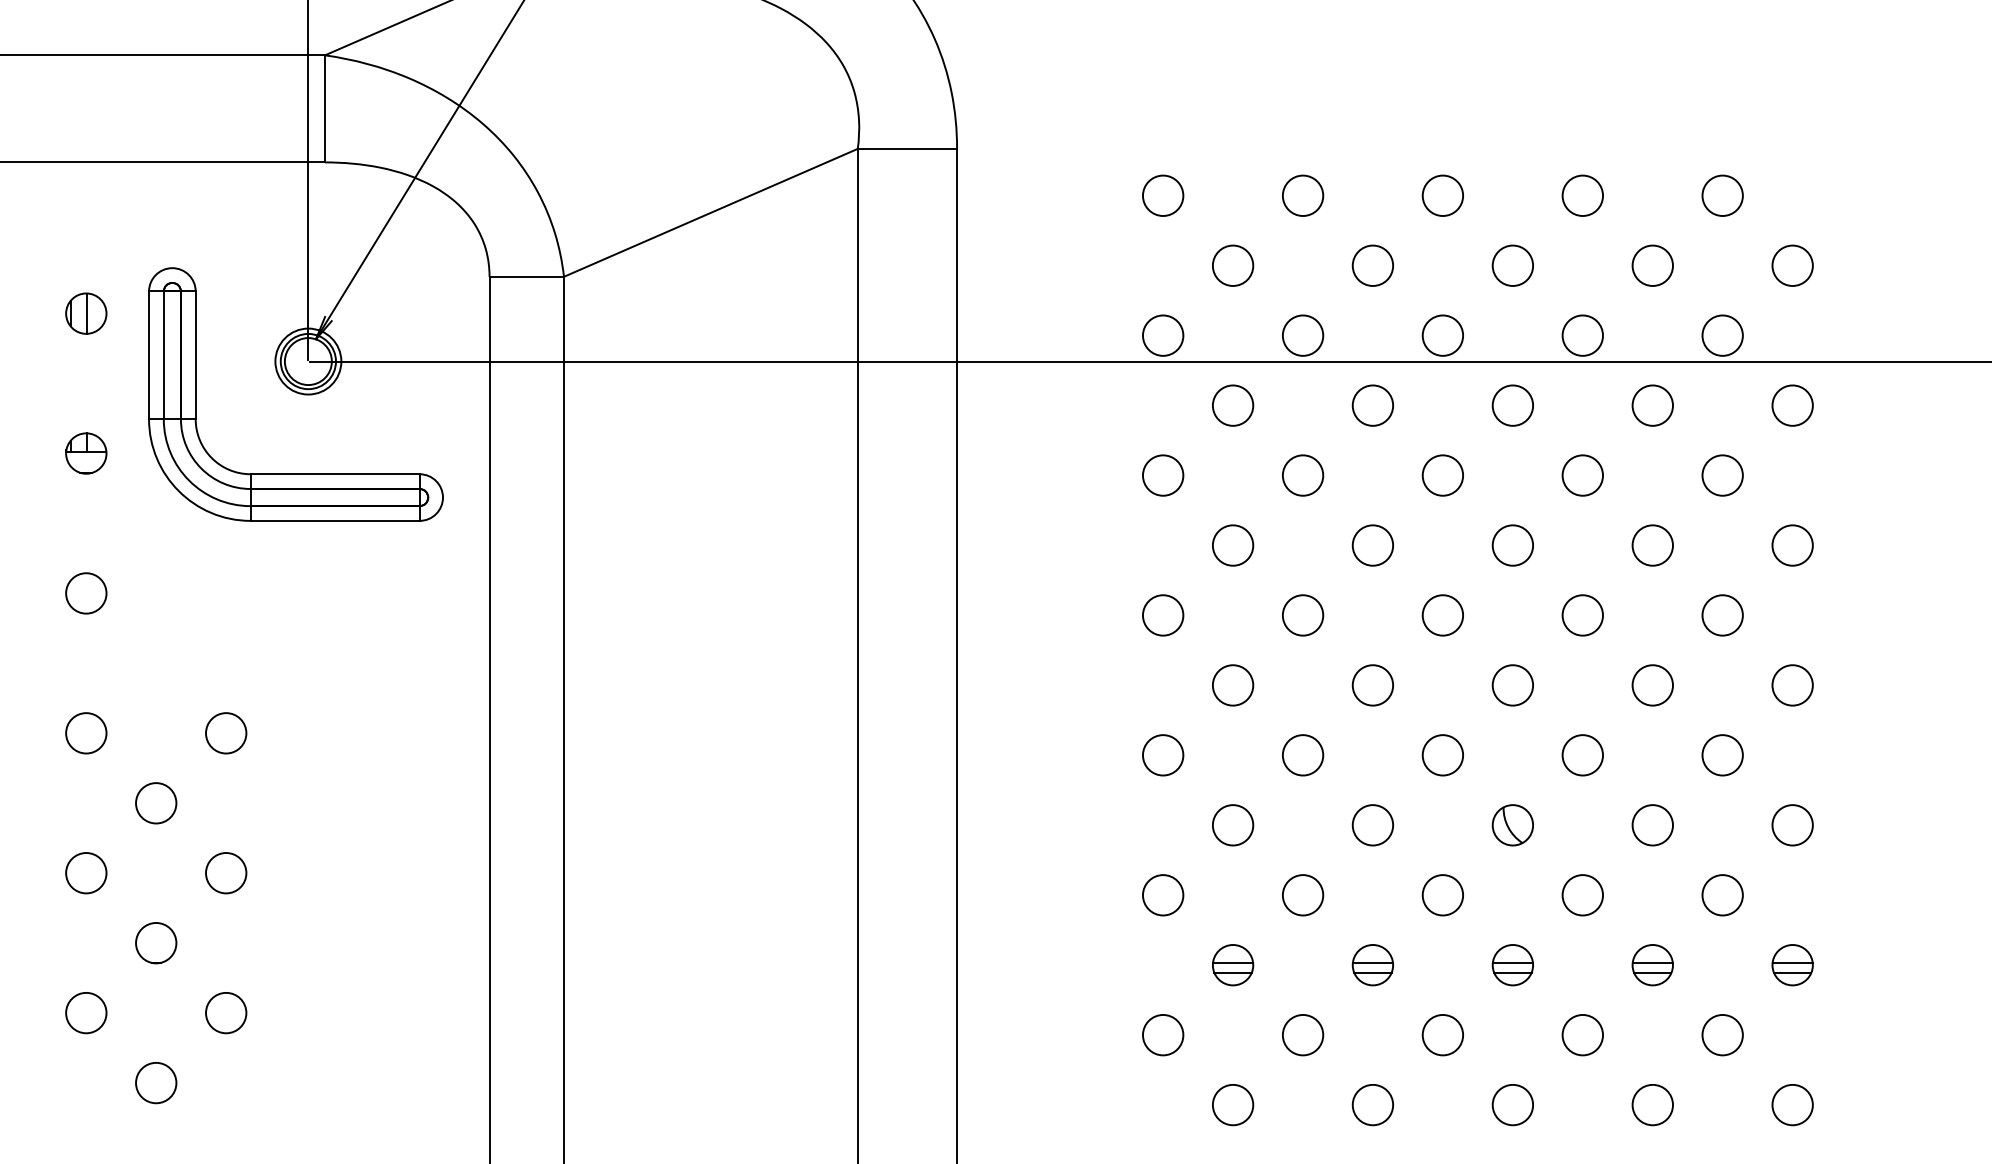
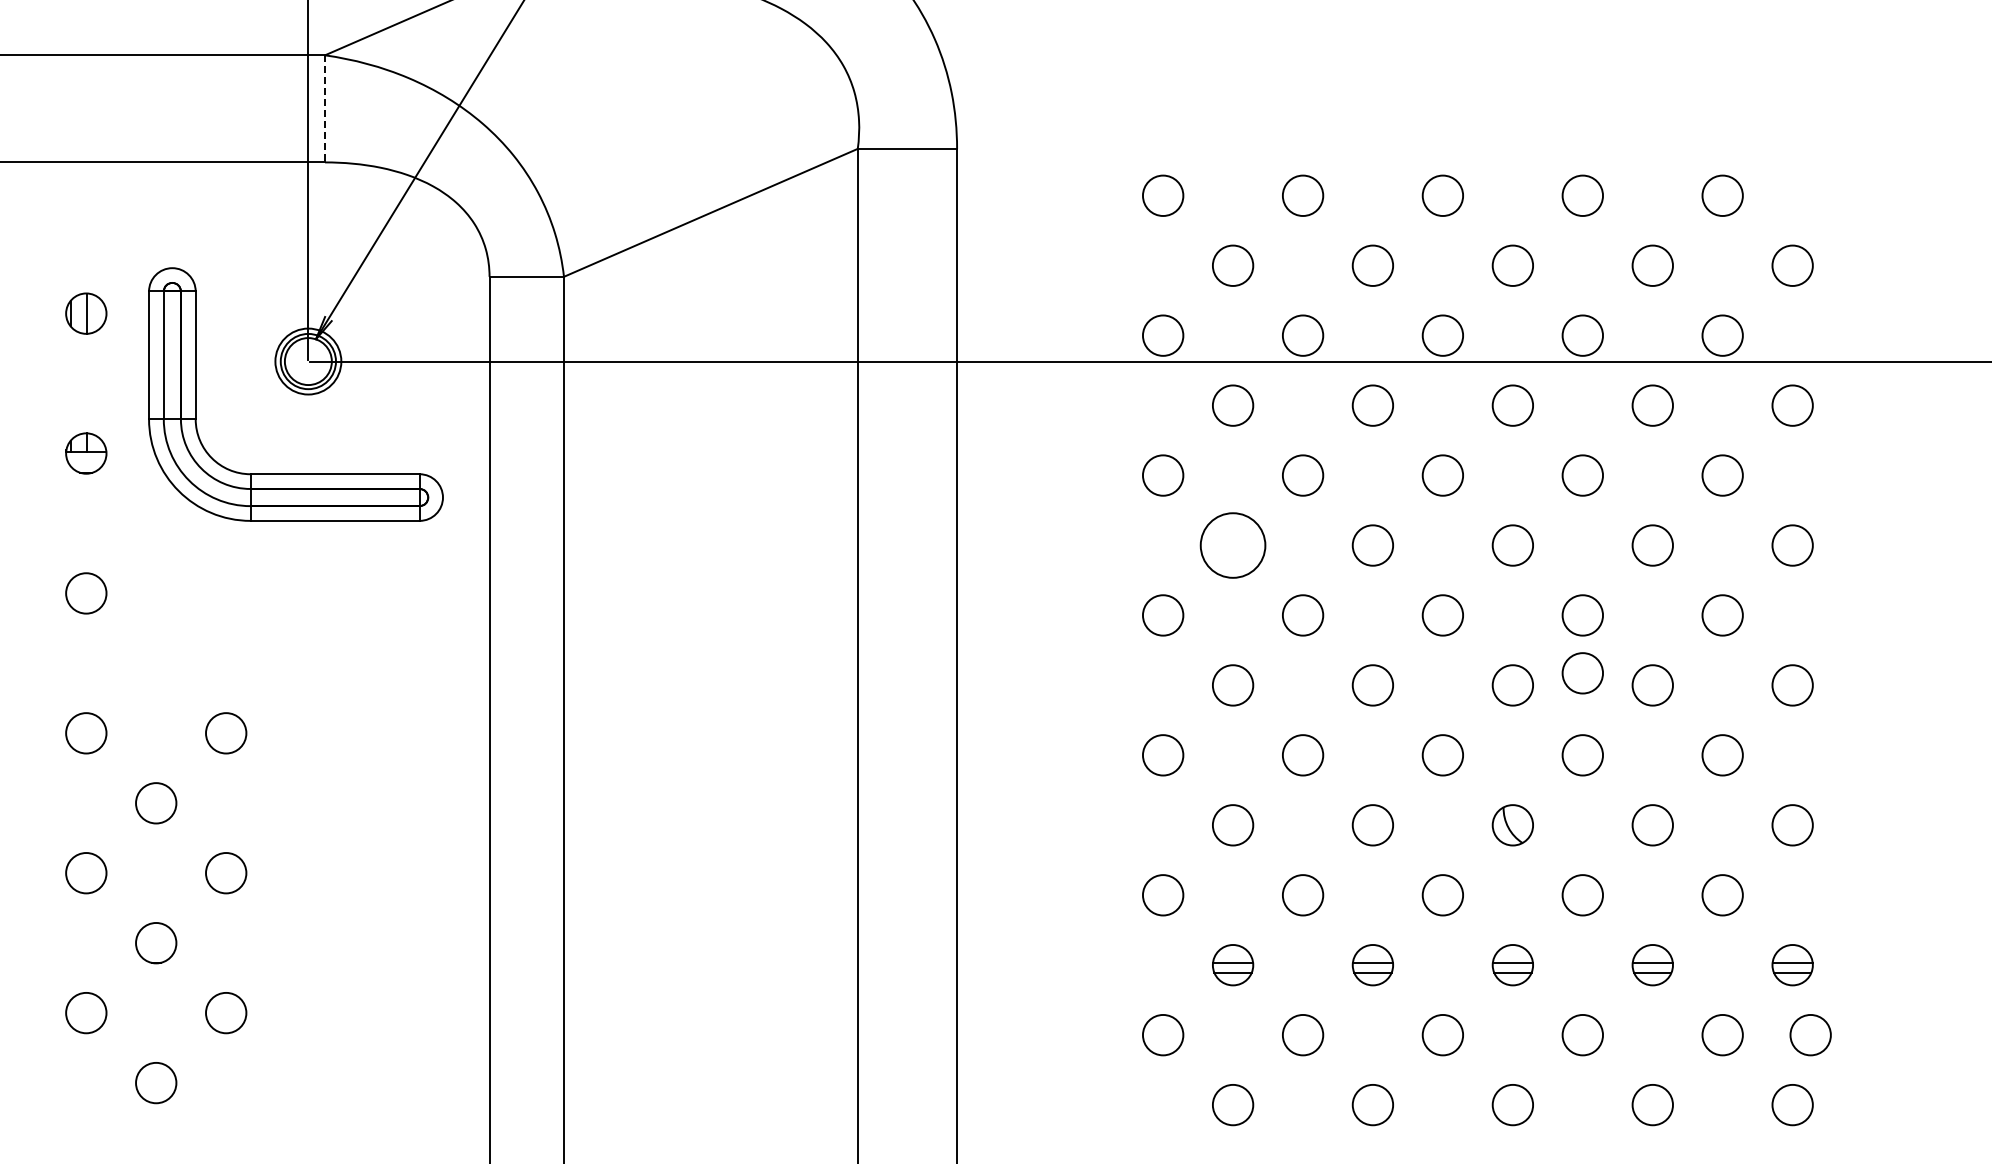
line at (325, 108): solid -> dashed
circle at (1232, 545) diameter: 40 px -> 65 px
circle at (1582, 673): none -> present
circle at (1810, 1035): none -> present
